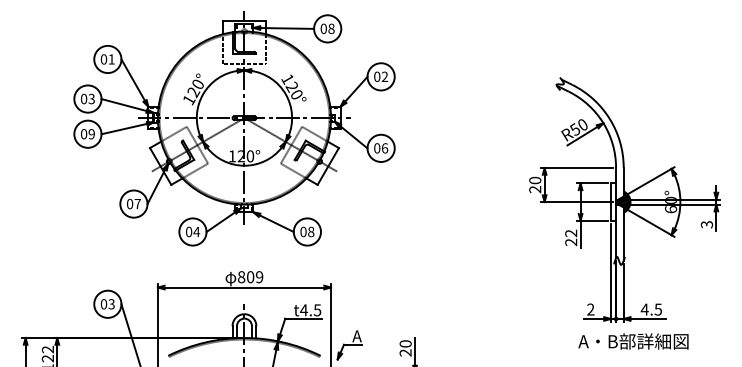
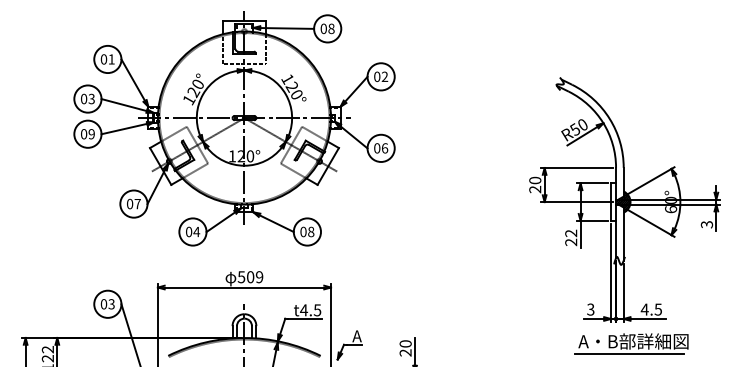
text at (241, 277): 809 -> 509
text at (590, 309): 2 -> 3
line at (629, 353): none -> present
